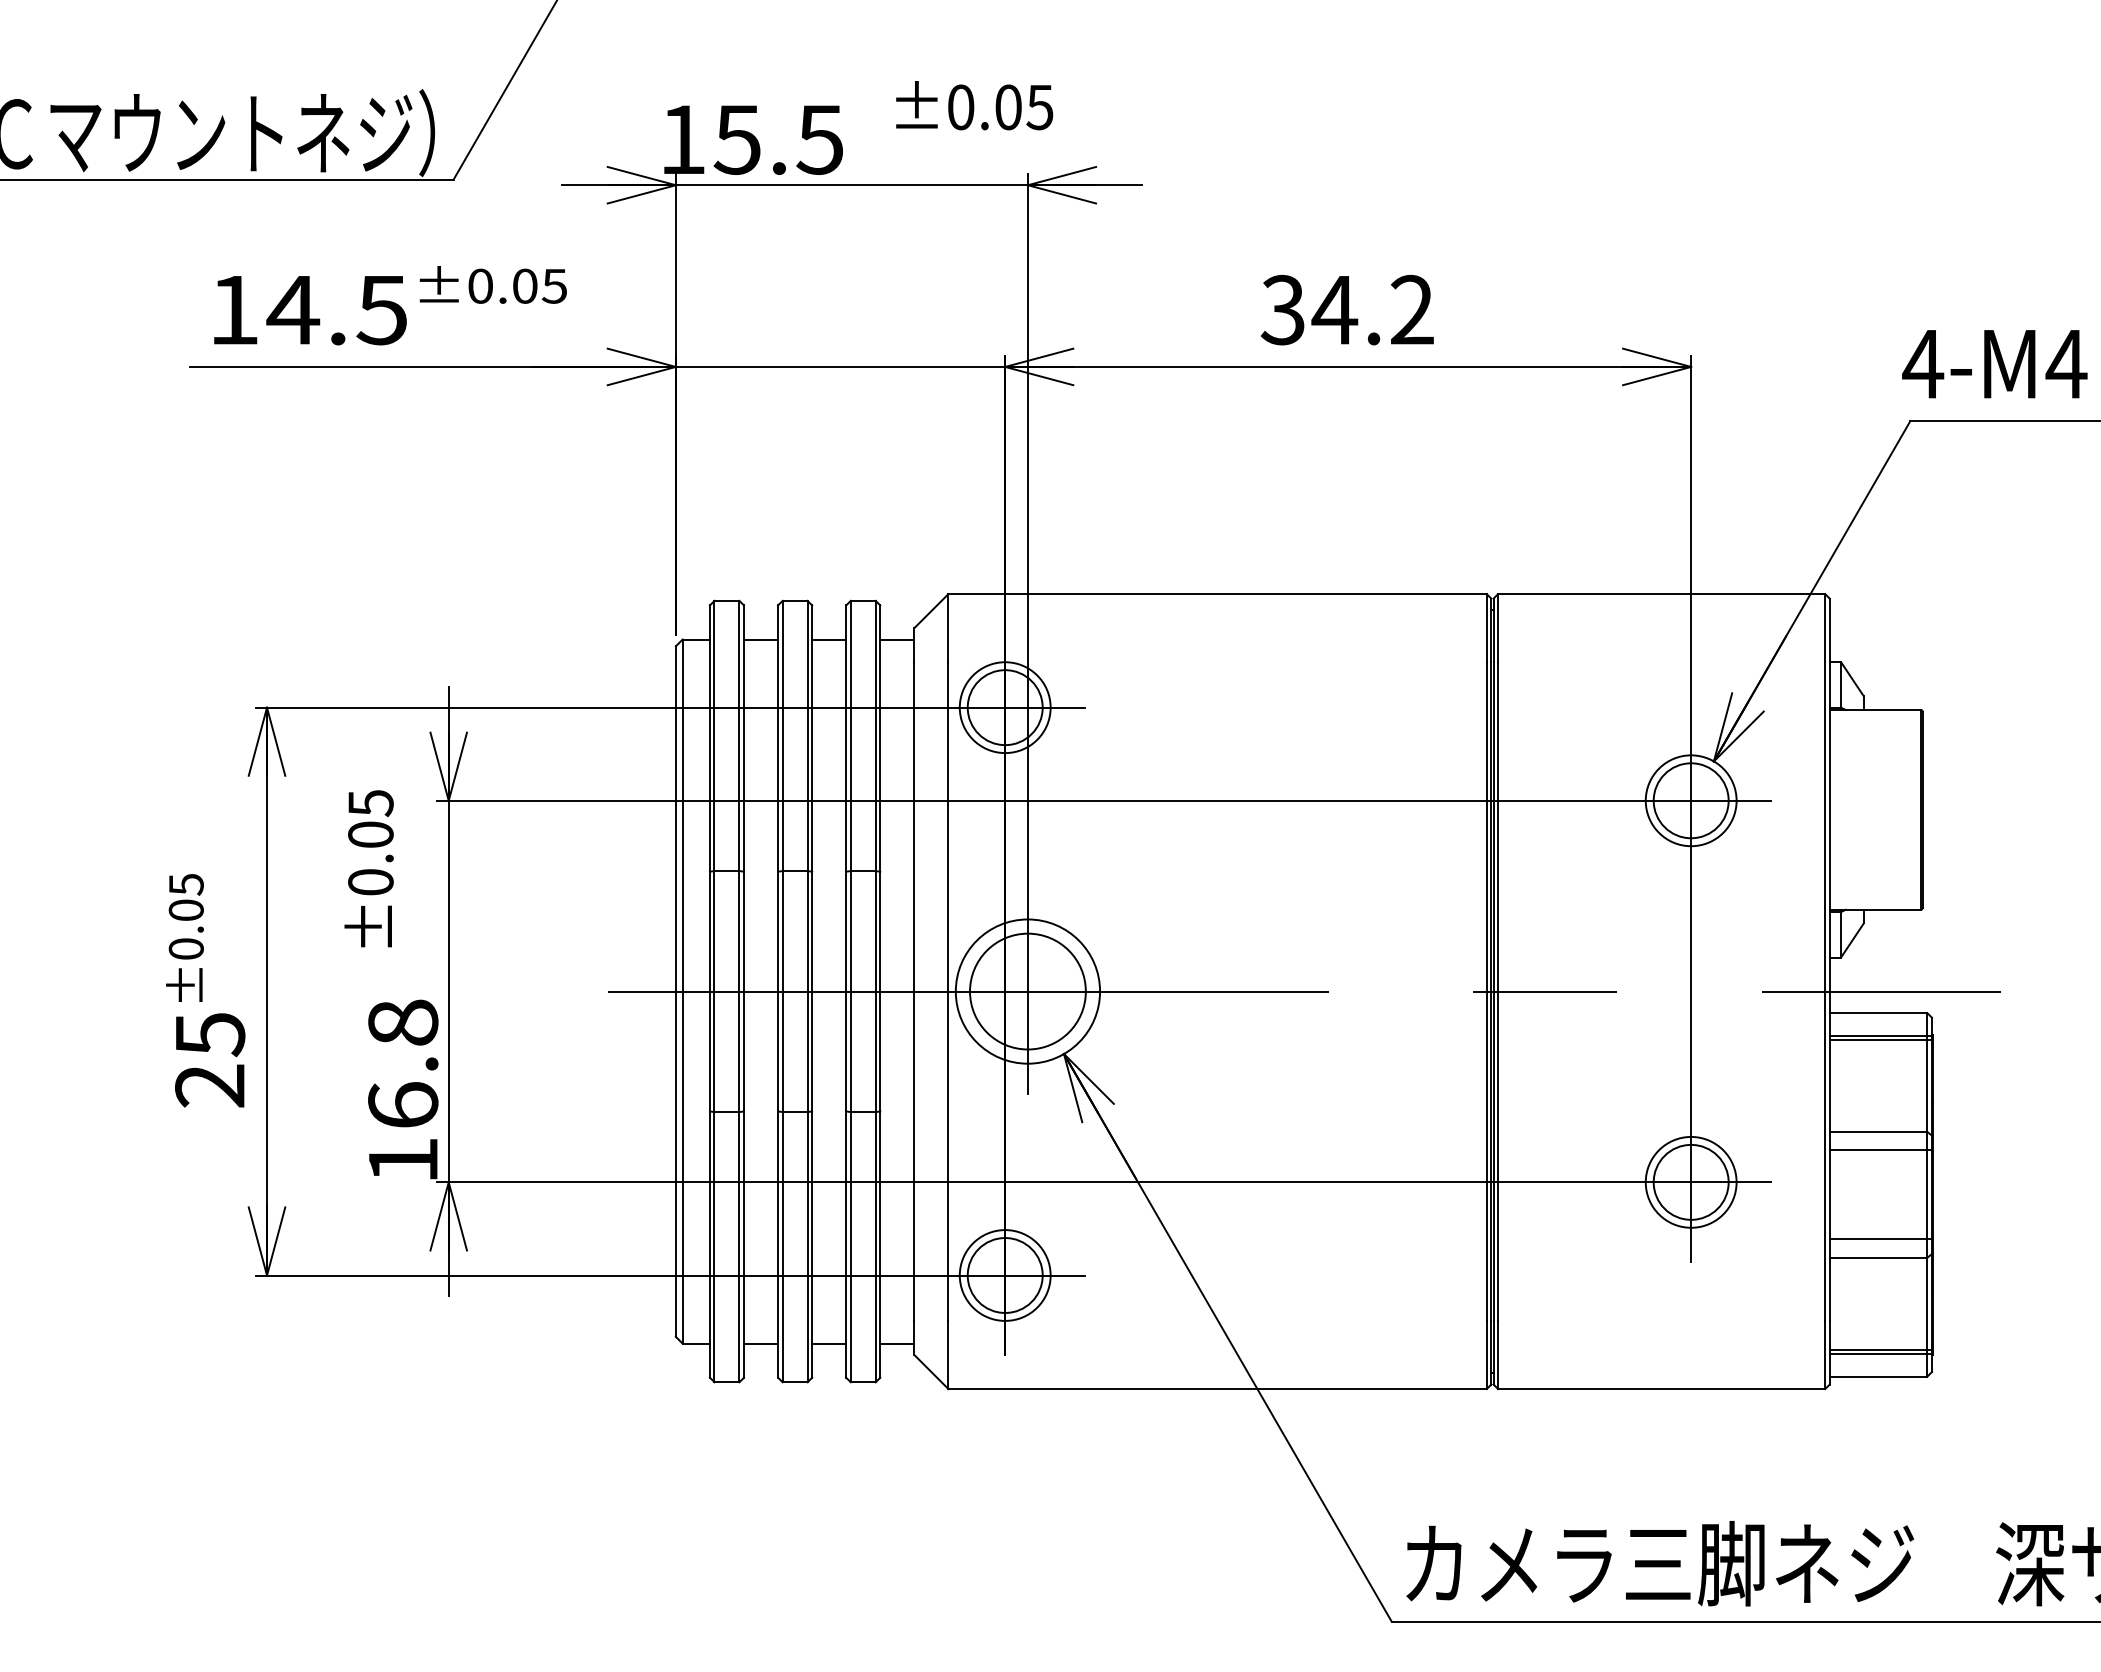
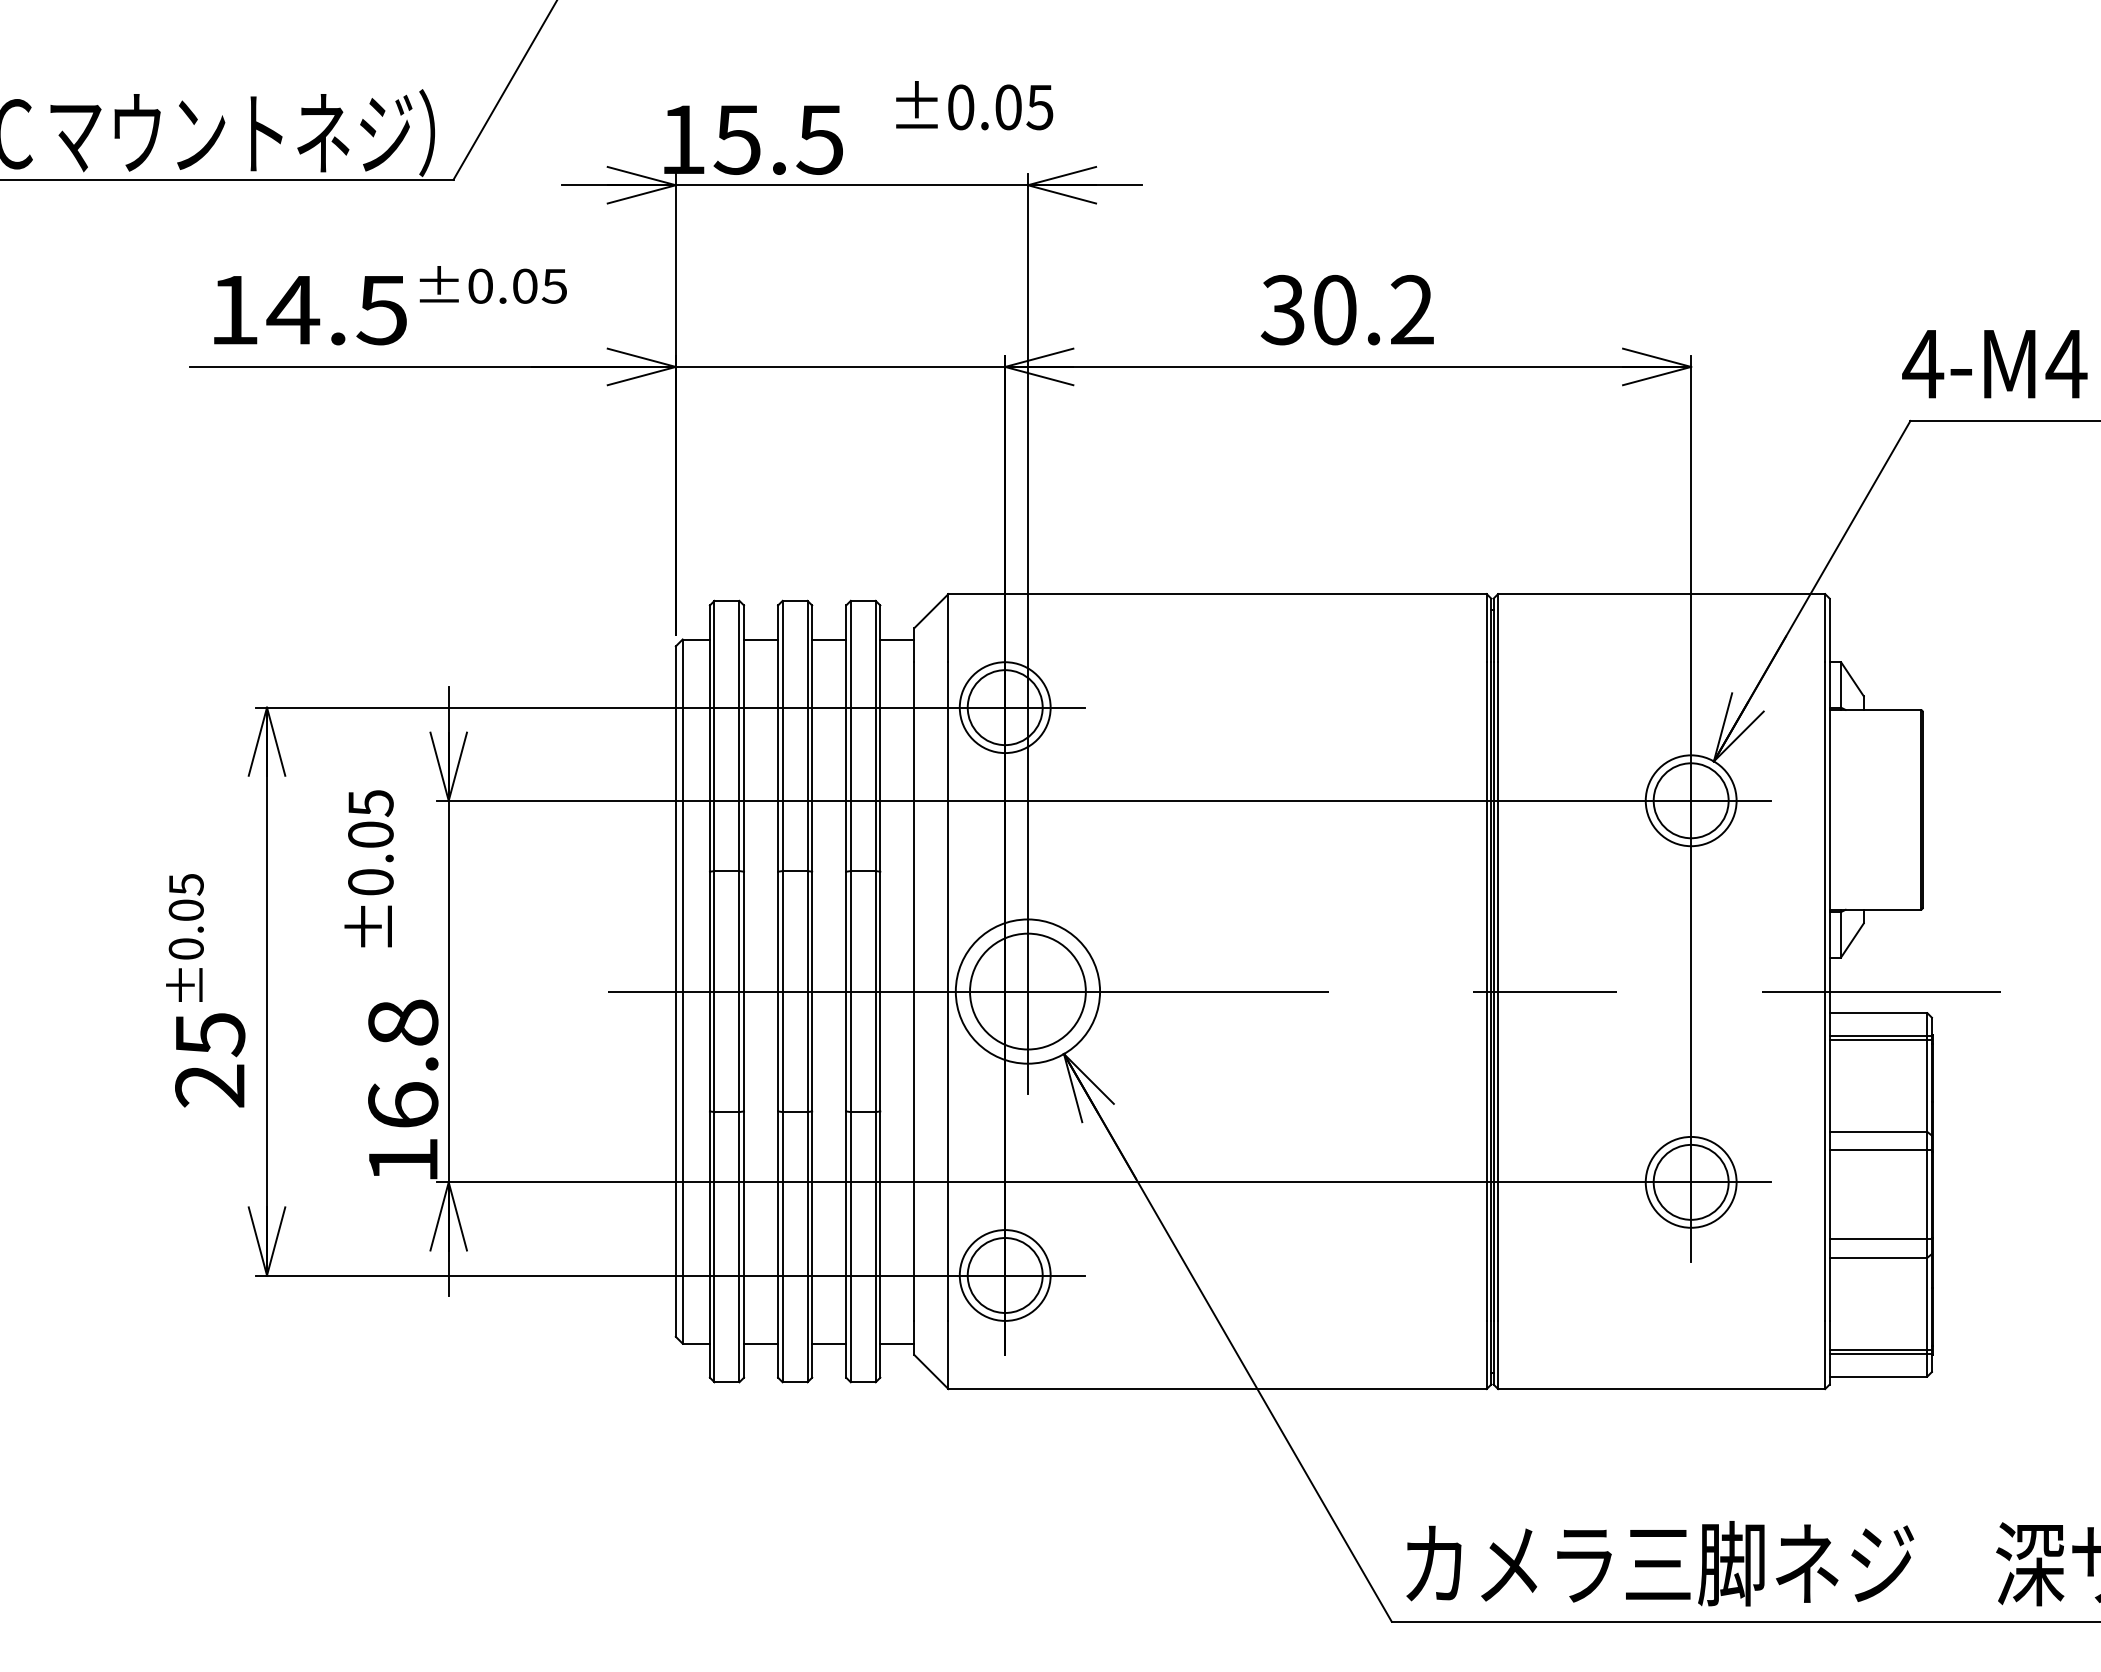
text at (1334, 309): 34.2 -> 30.2
